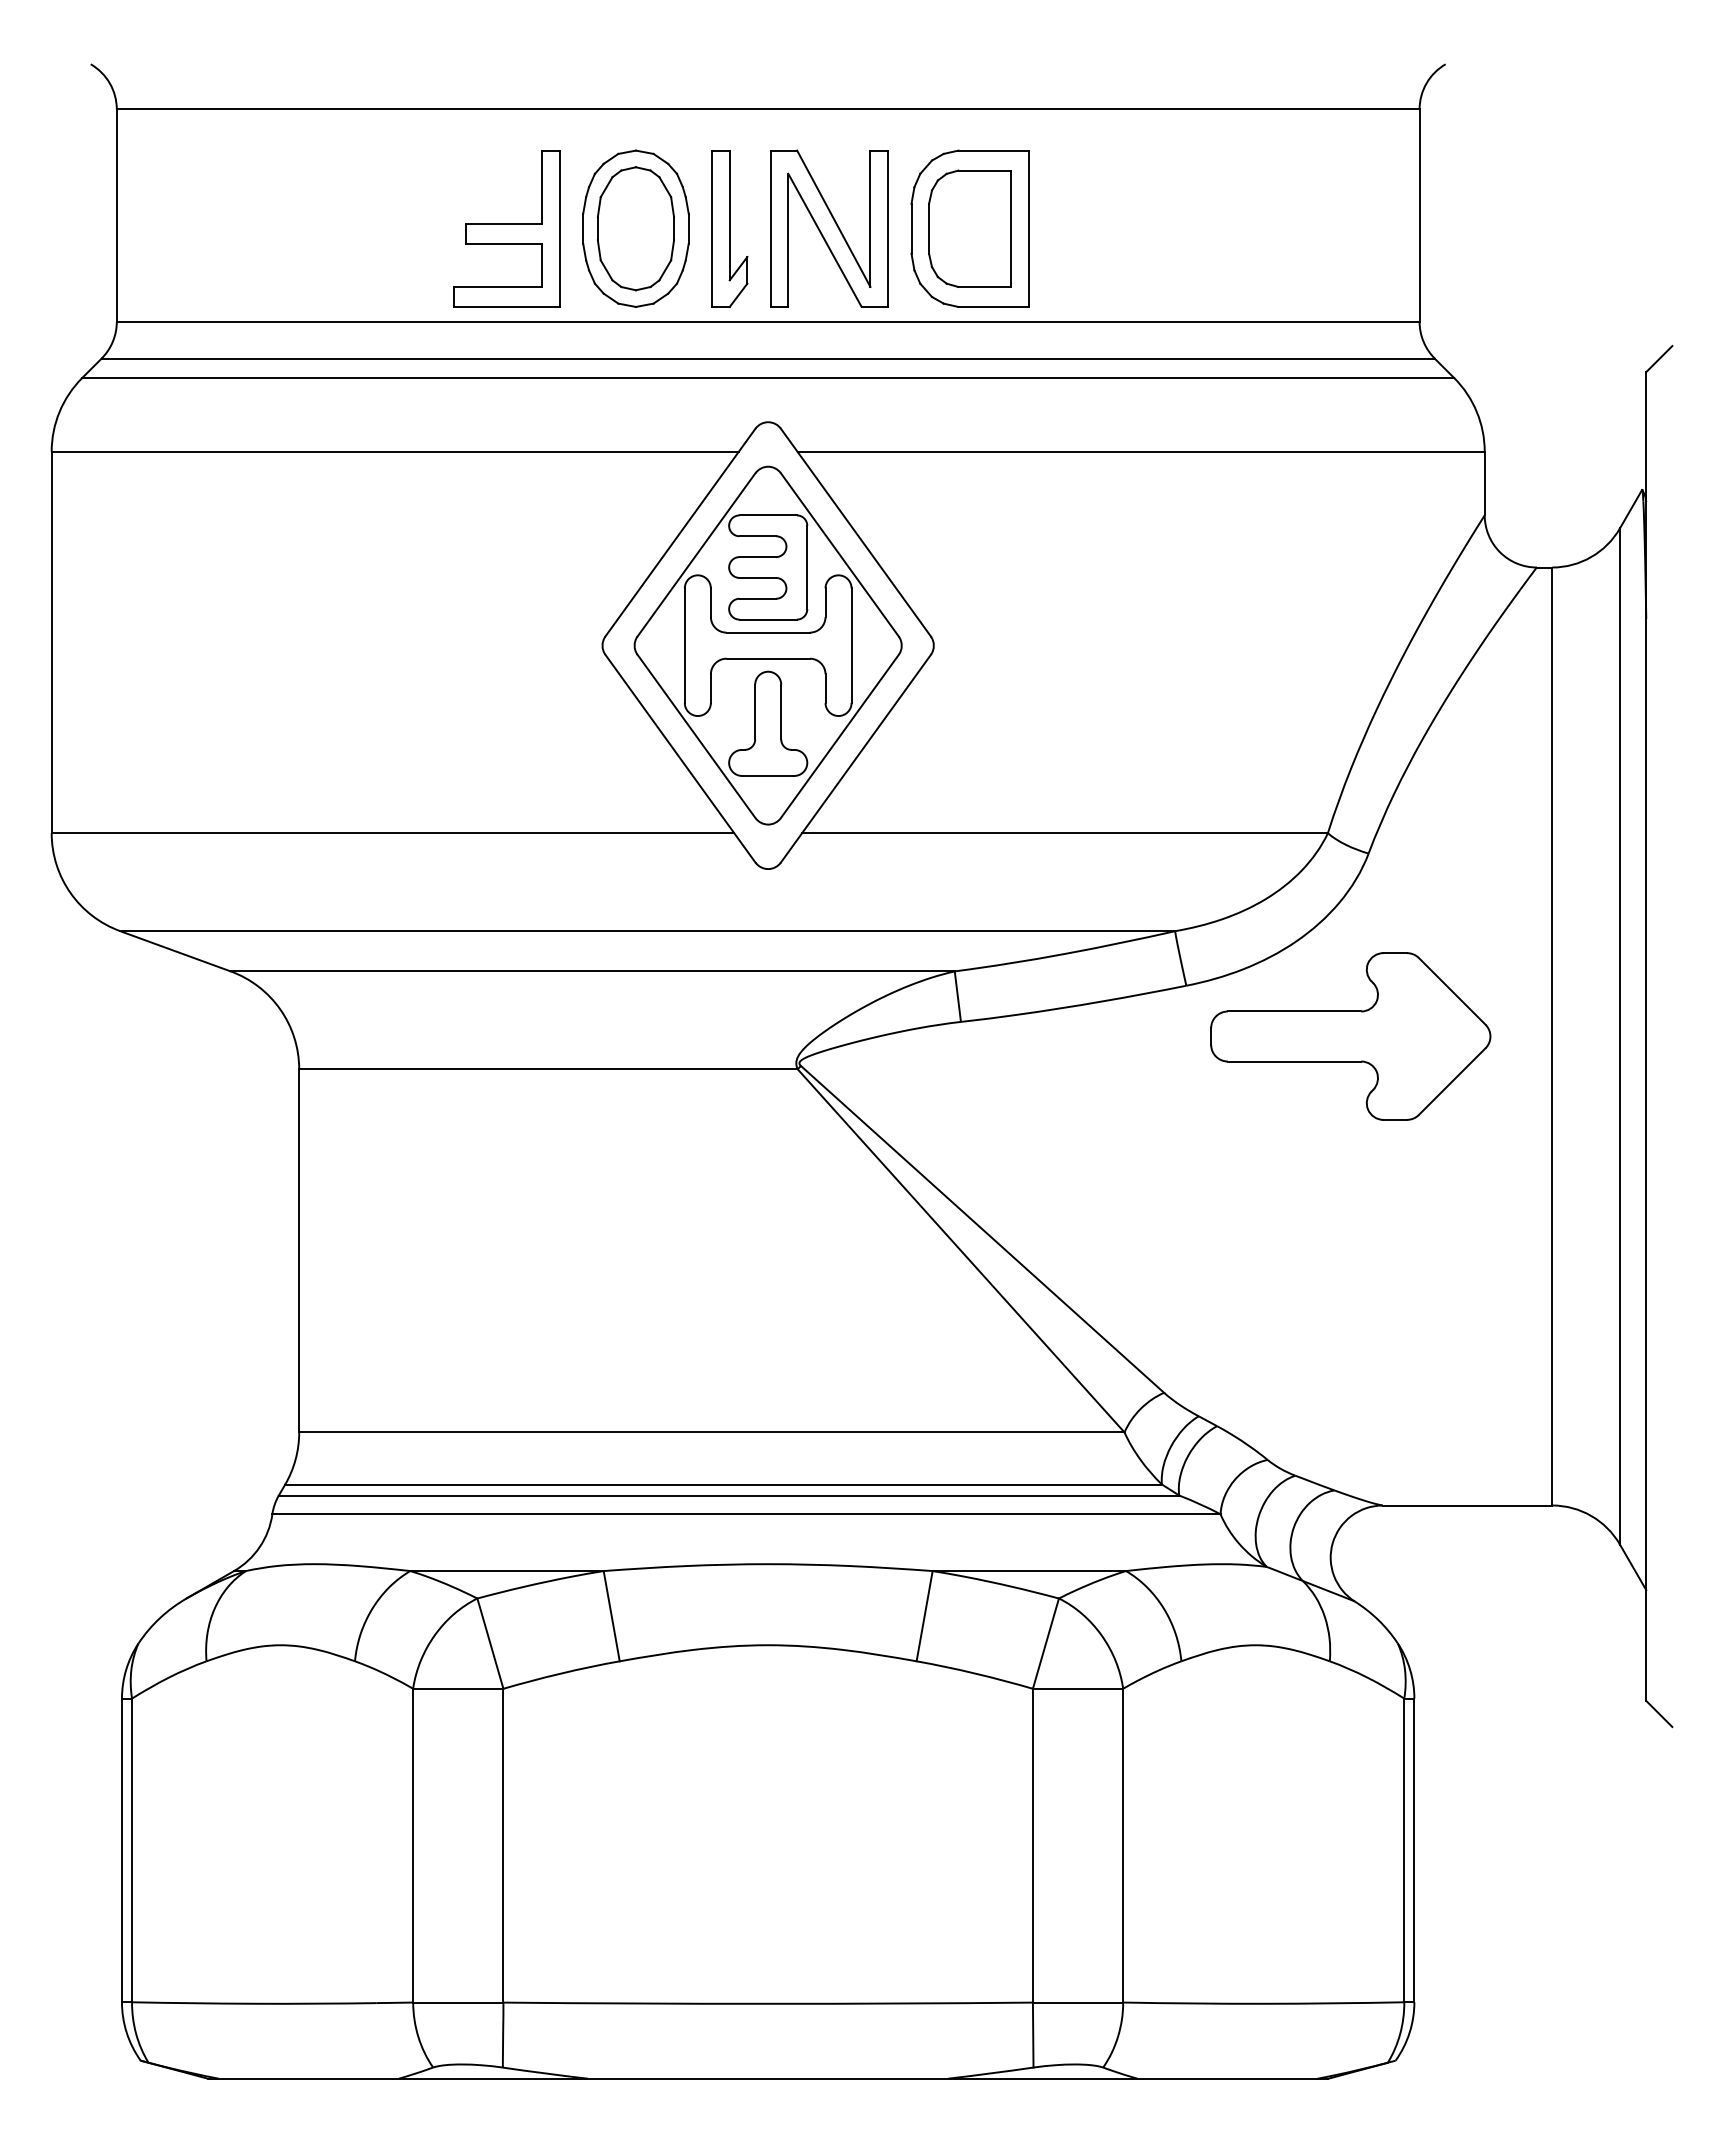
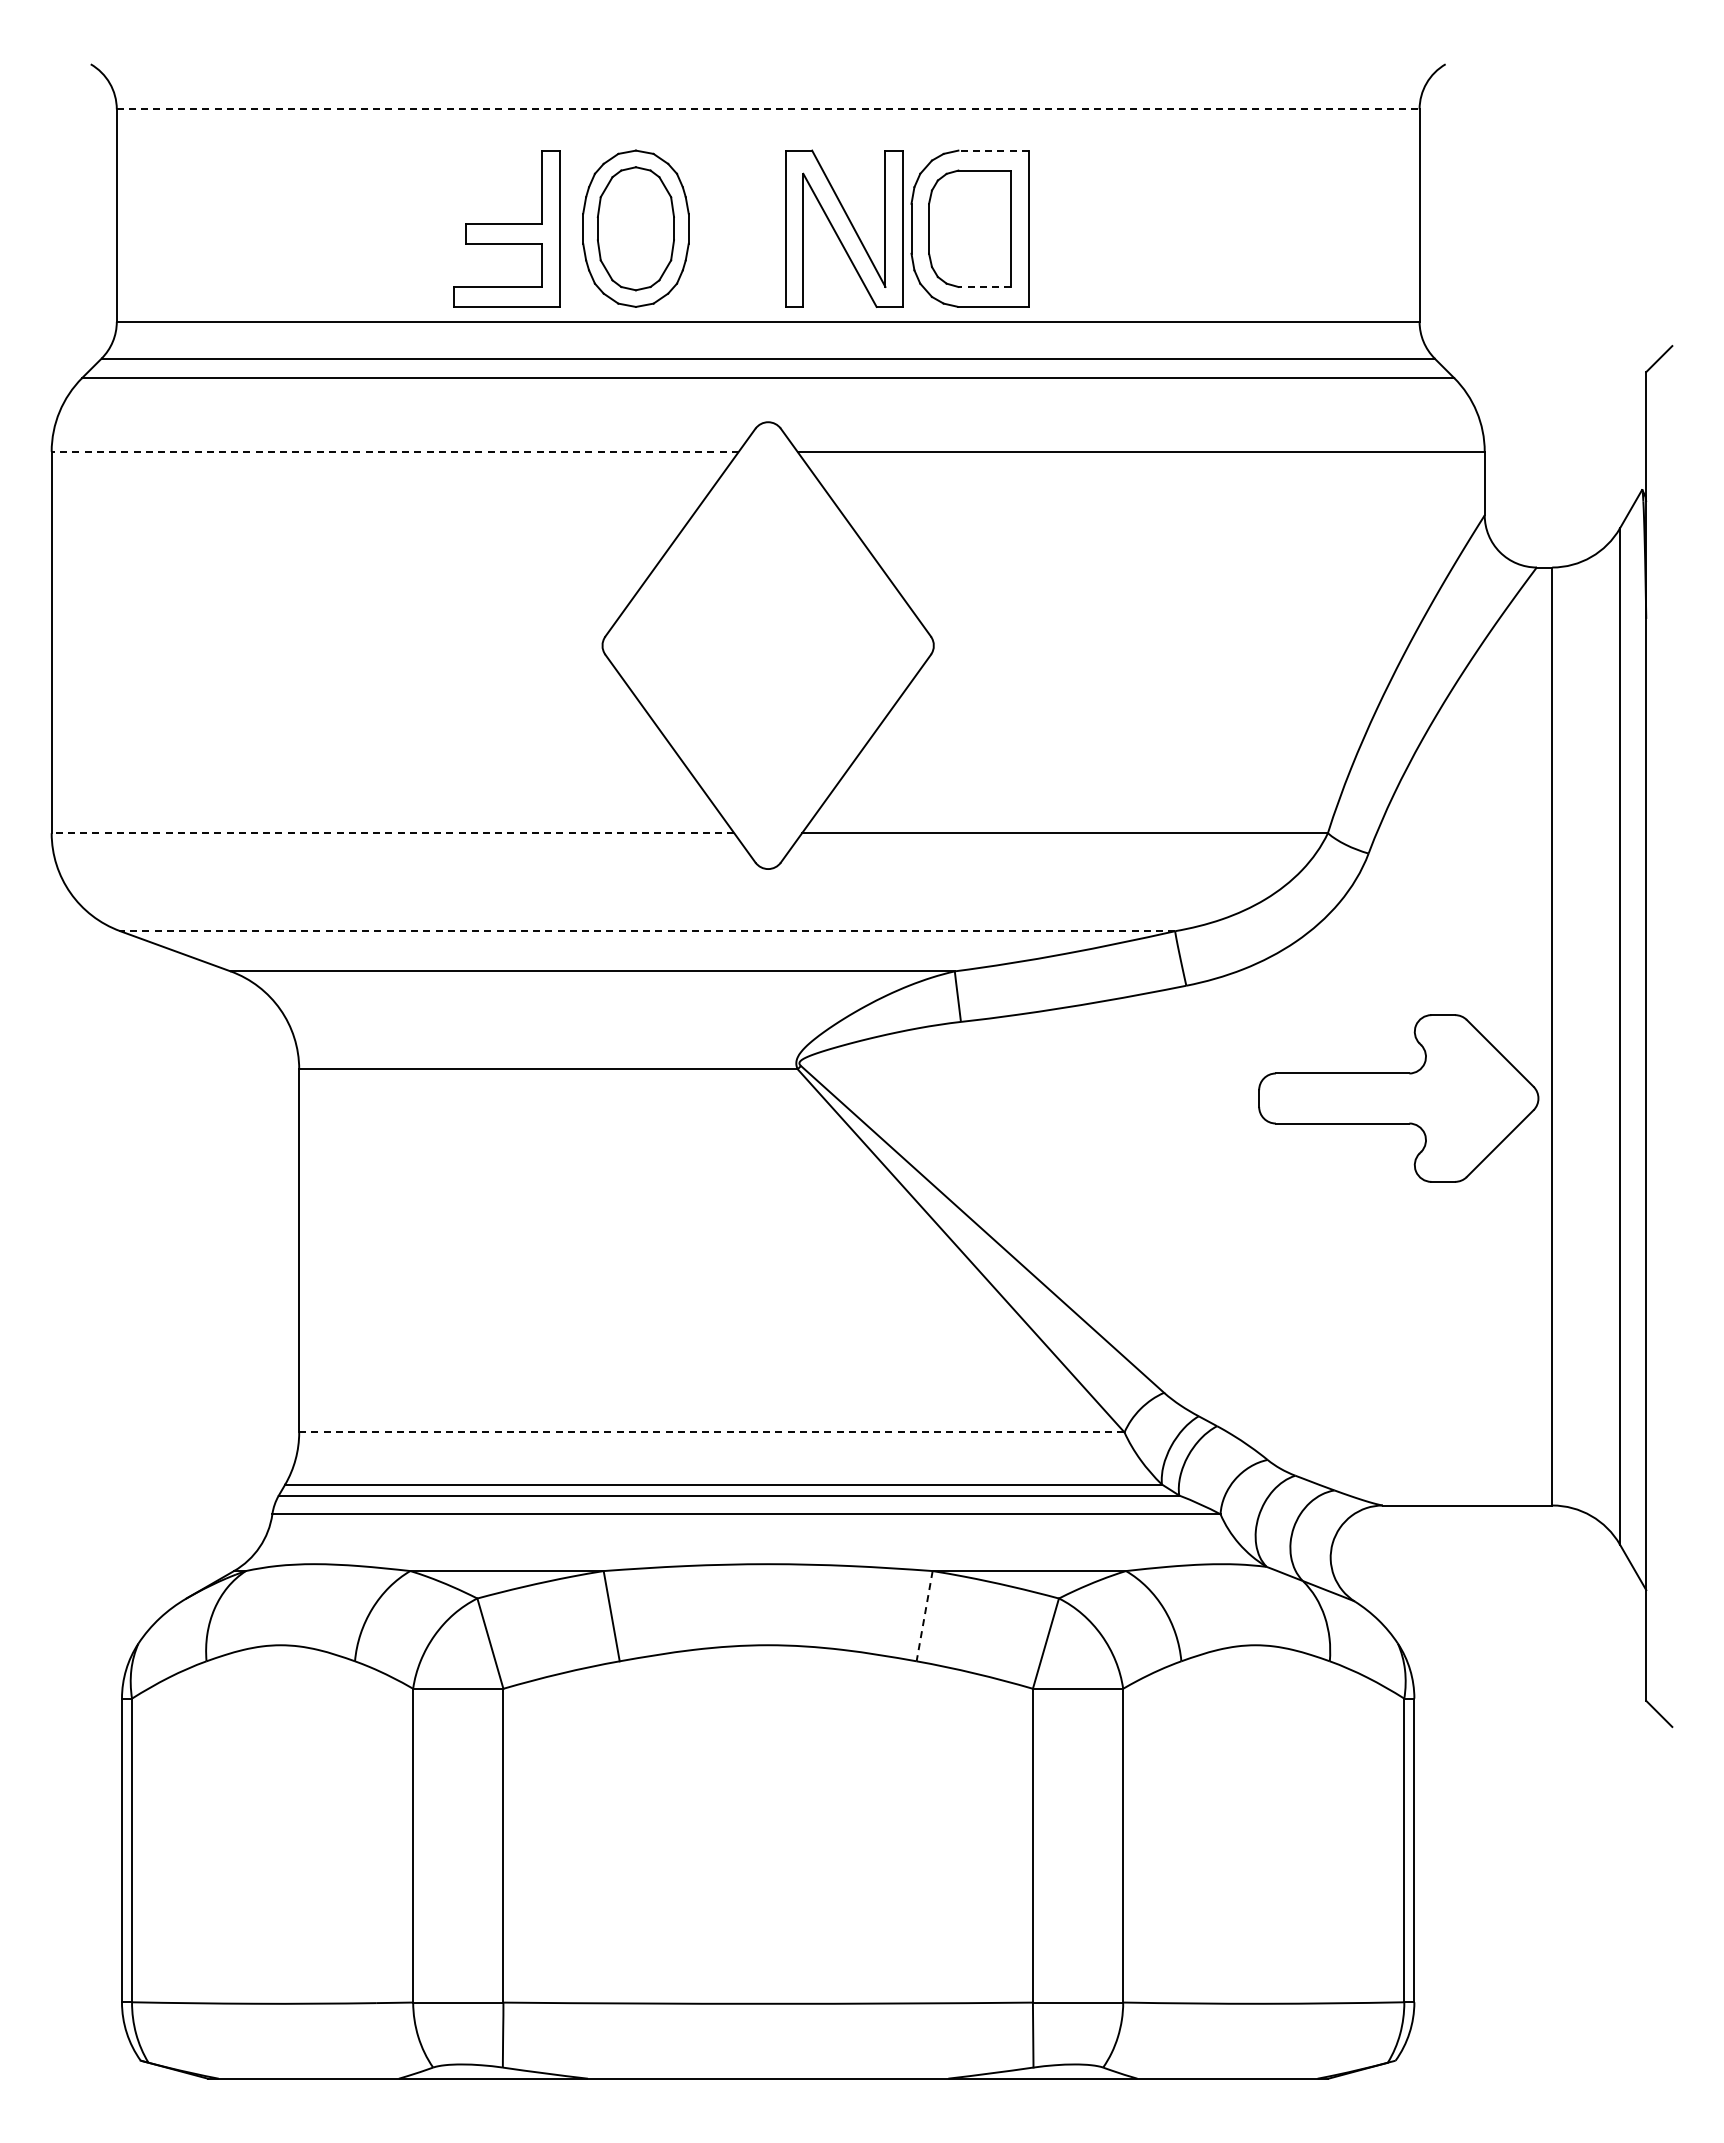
line at (768, 109): solid -> dashed
line at (993, 150): solid -> dashed
part at (729, 228): present -> none
part at (829, 228) position: (829, 228) -> (844, 228)
line at (984, 287): solid -> dashed
line at (395, 451): solid -> dashed
part at (767, 645): present -> none
line at (392, 833): solid -> dashed
line at (647, 931): solid -> dashed
part at (1350, 1036) position: (1350, 1036) -> (1398, 1098)
line at (711, 1432): solid -> dashed
line at (924, 1616): solid -> dashed
